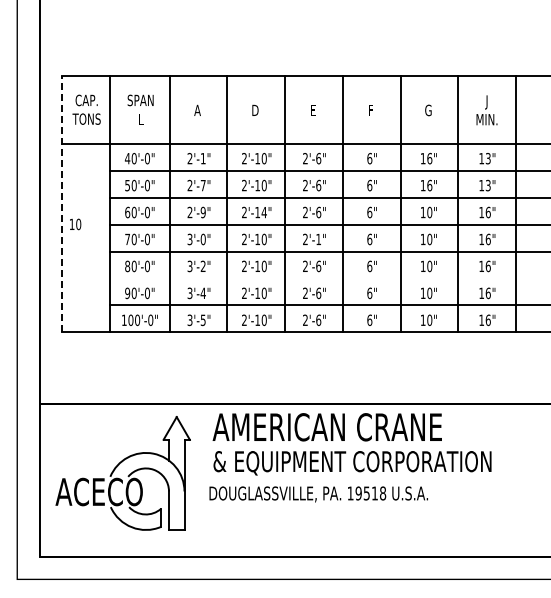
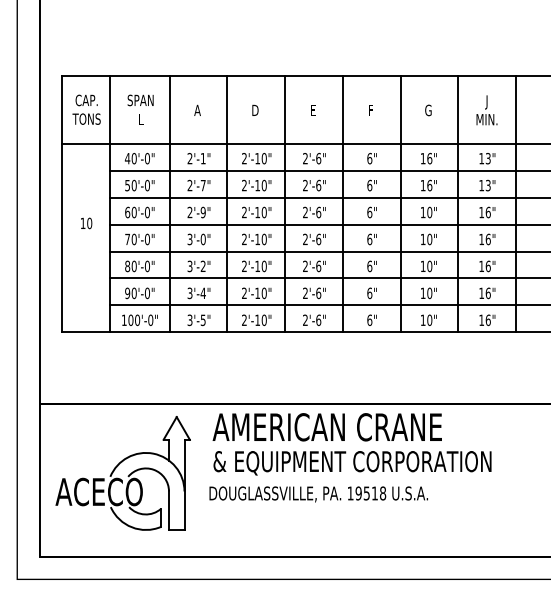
line at (62, 204): dashed -> solid
text at (263, 212): 2'-14" -> 2'-10"
text at (75, 224) position: (75, 224) -> (86, 223)
text at (318, 239): 2'-1" -> 2'-6"
line at (328, 278): none -> present
